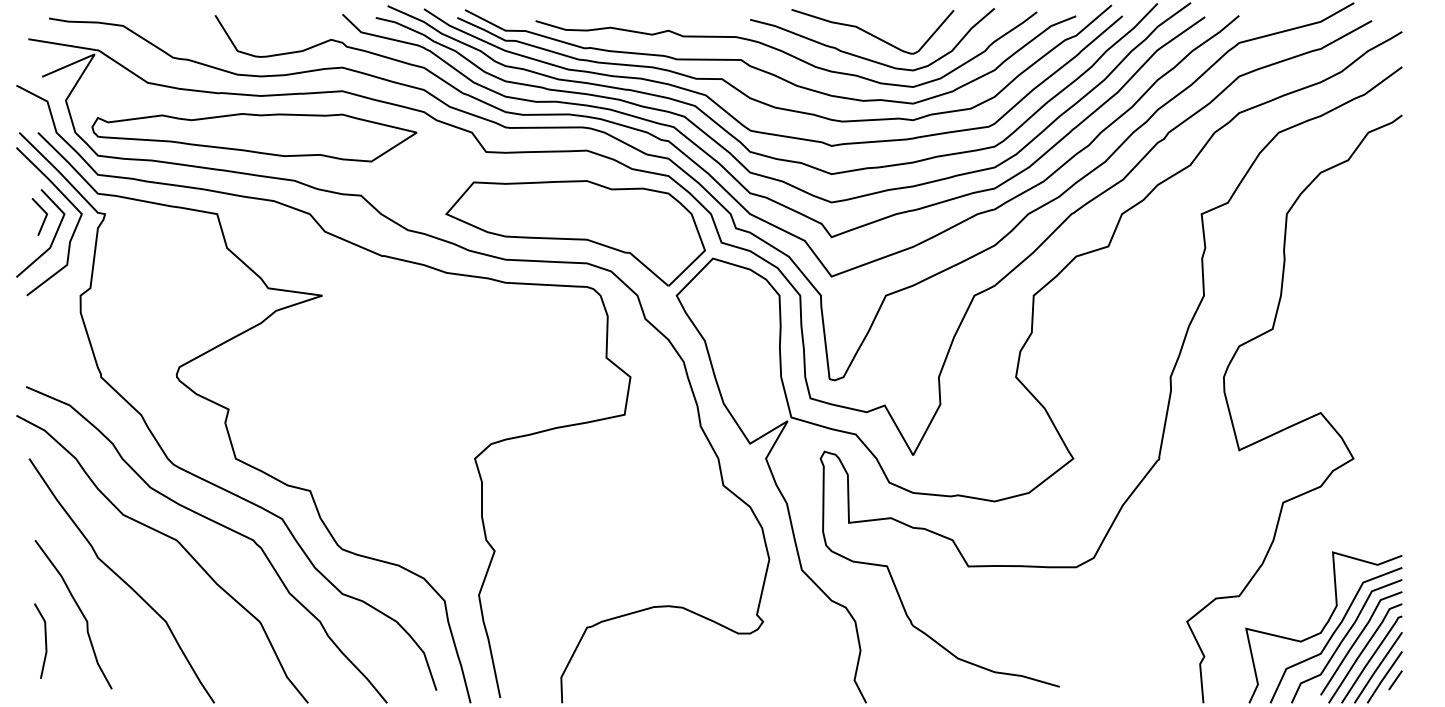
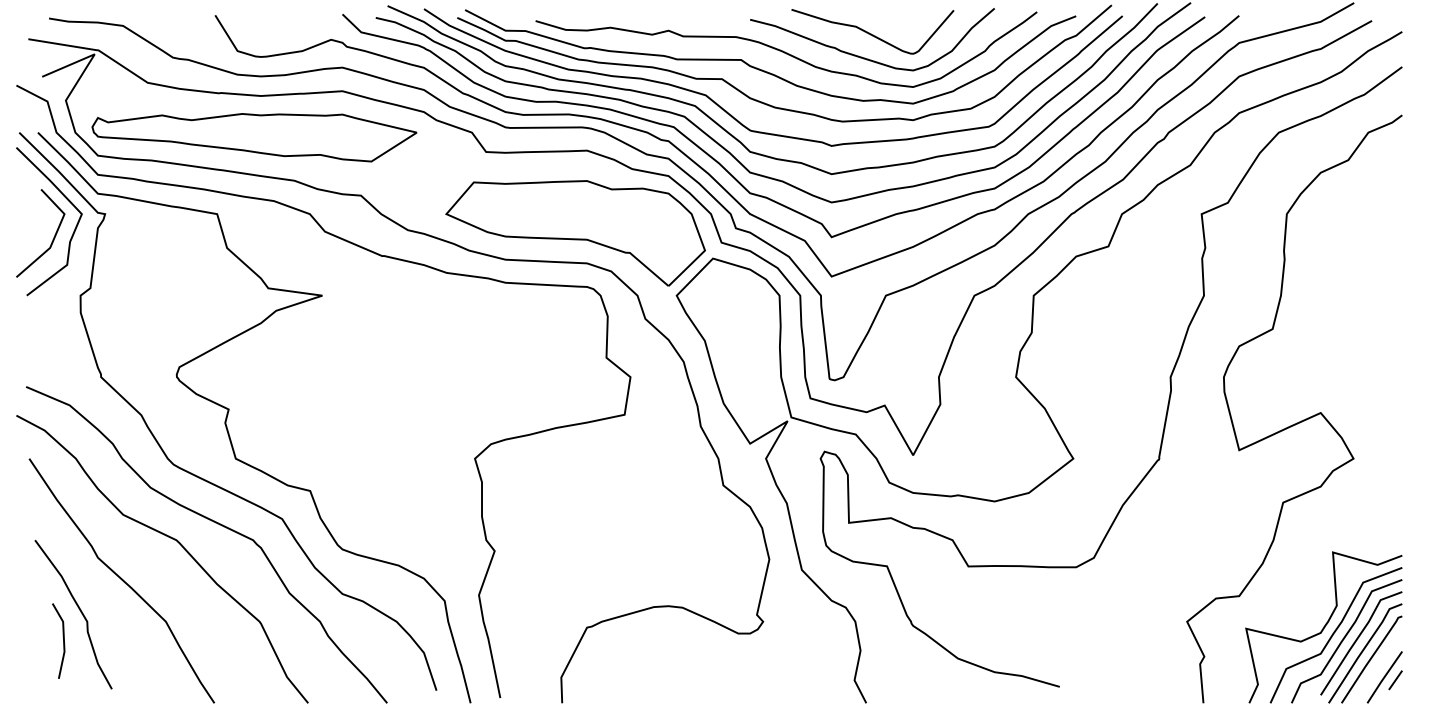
line at (44, 217): present -> none
line at (45, 640) position: (45, 640) -> (63, 640)
line at (1378, 667): present -> none
